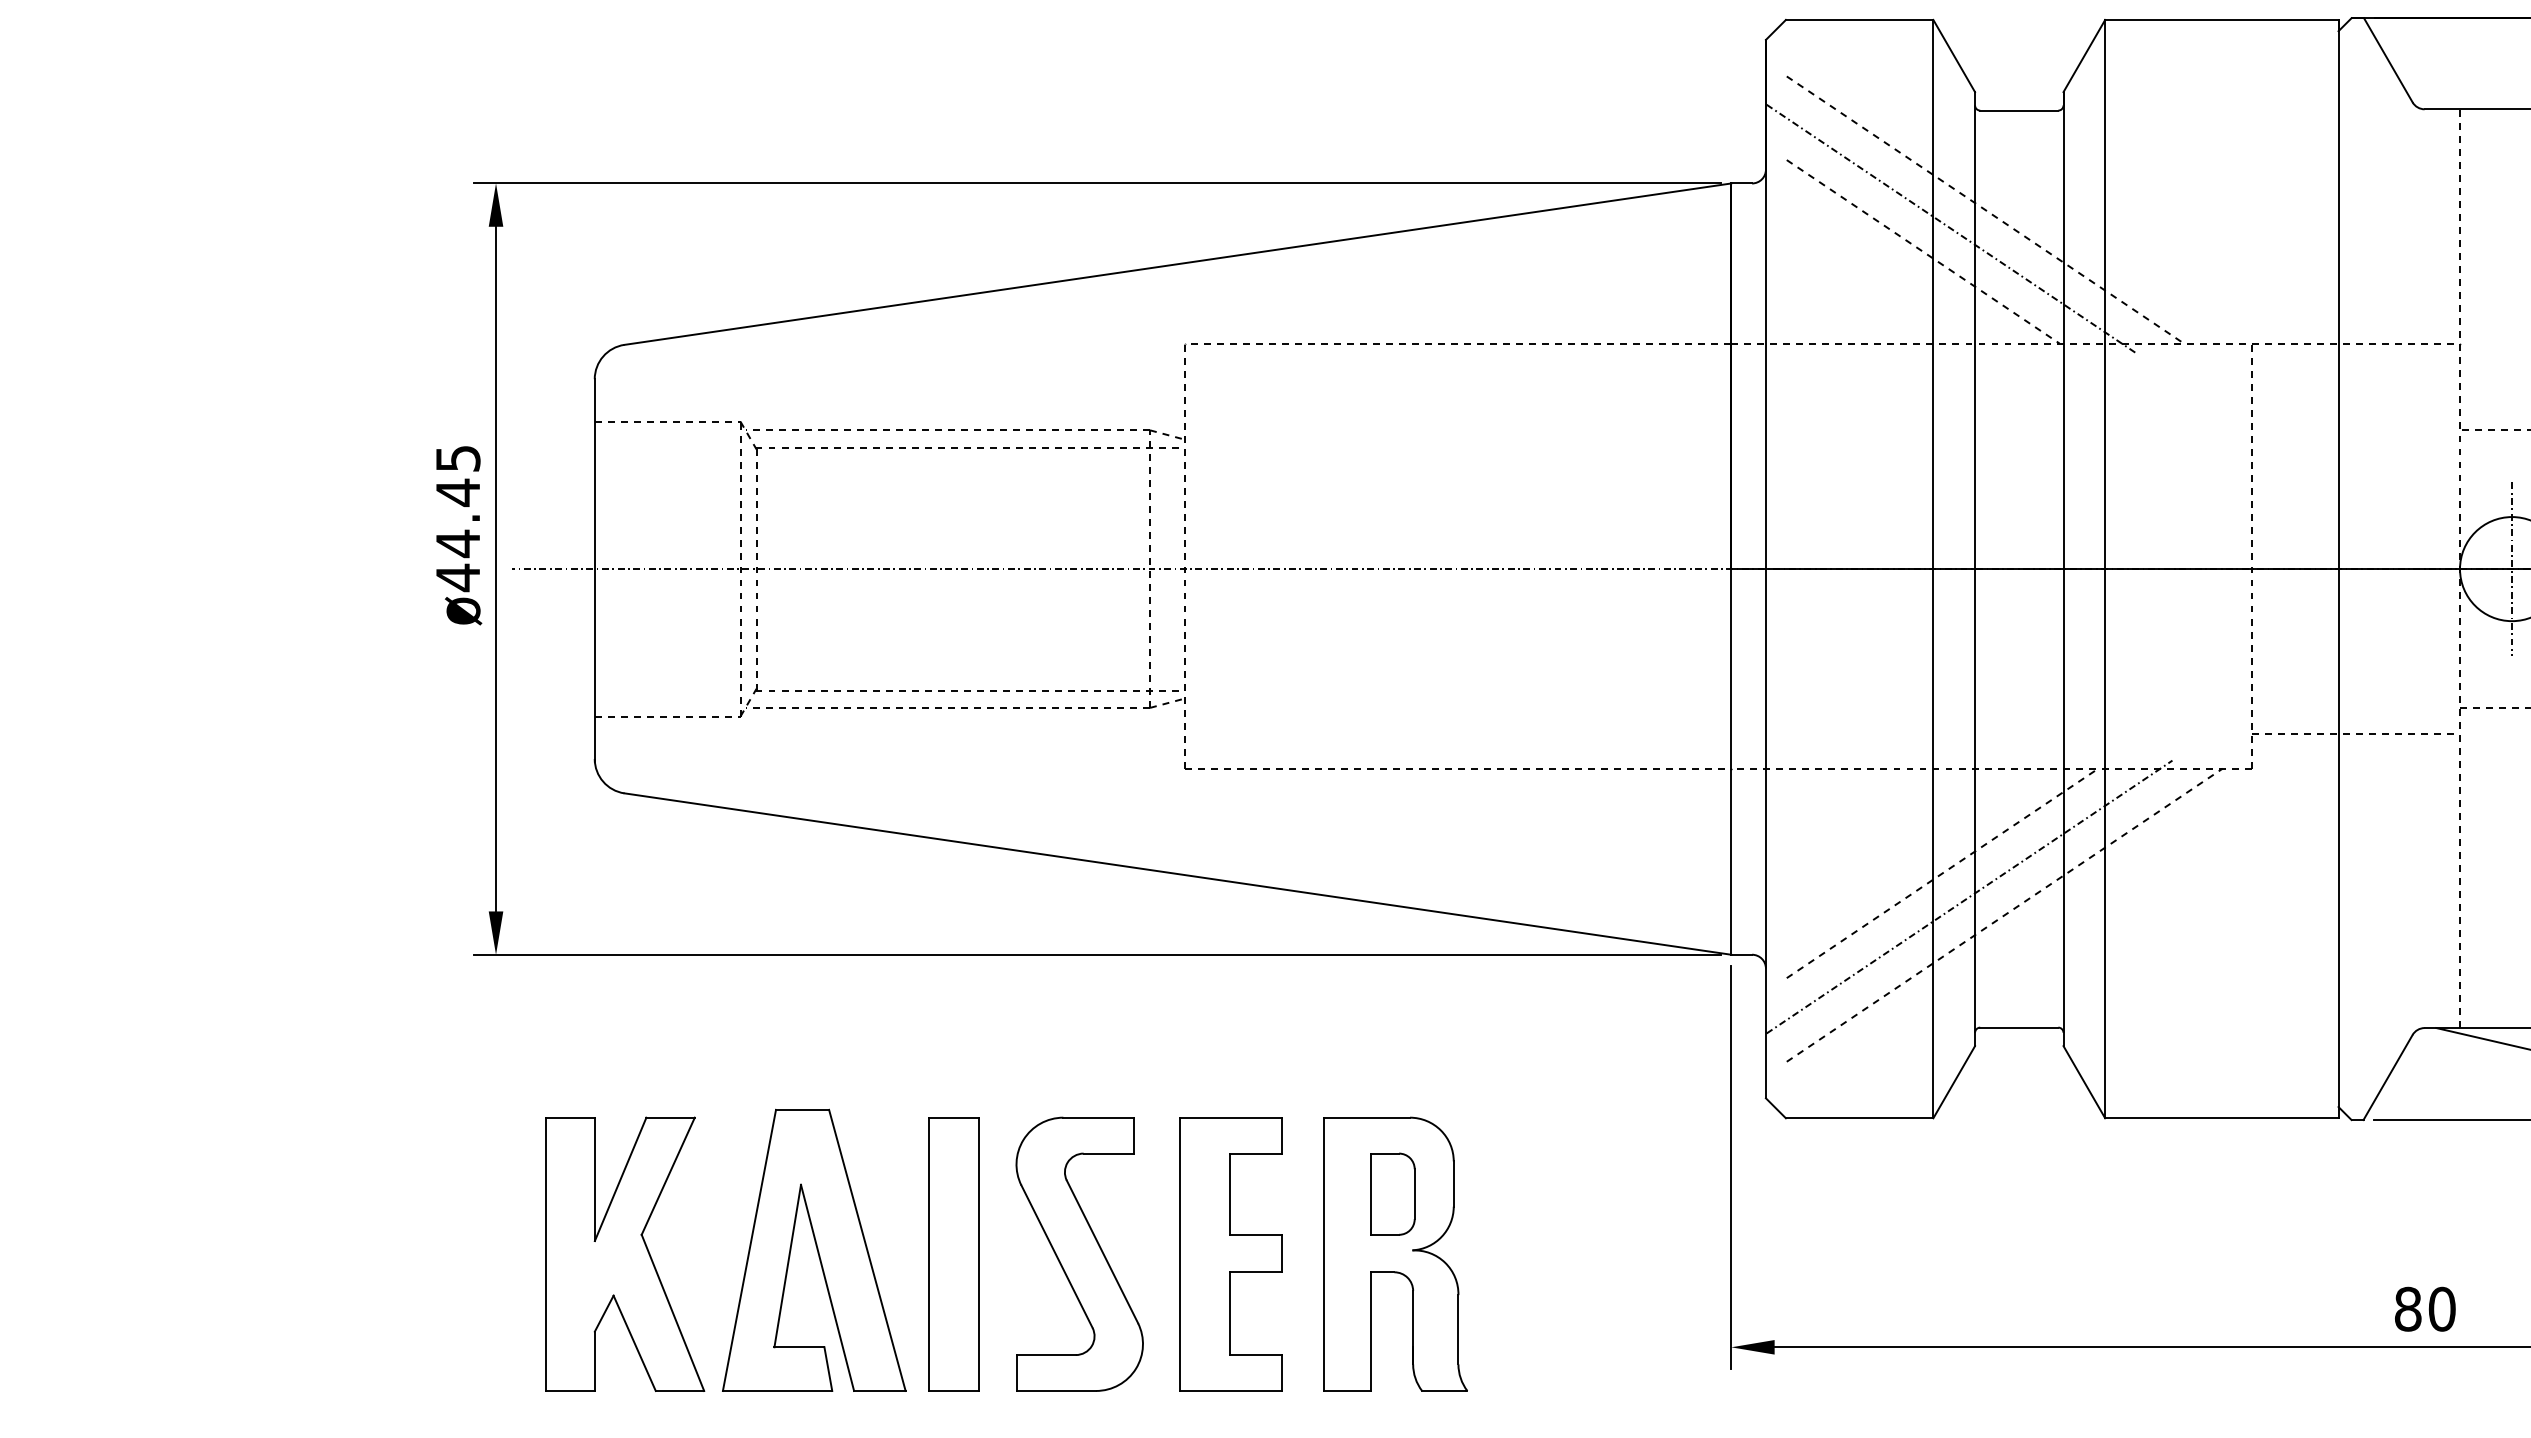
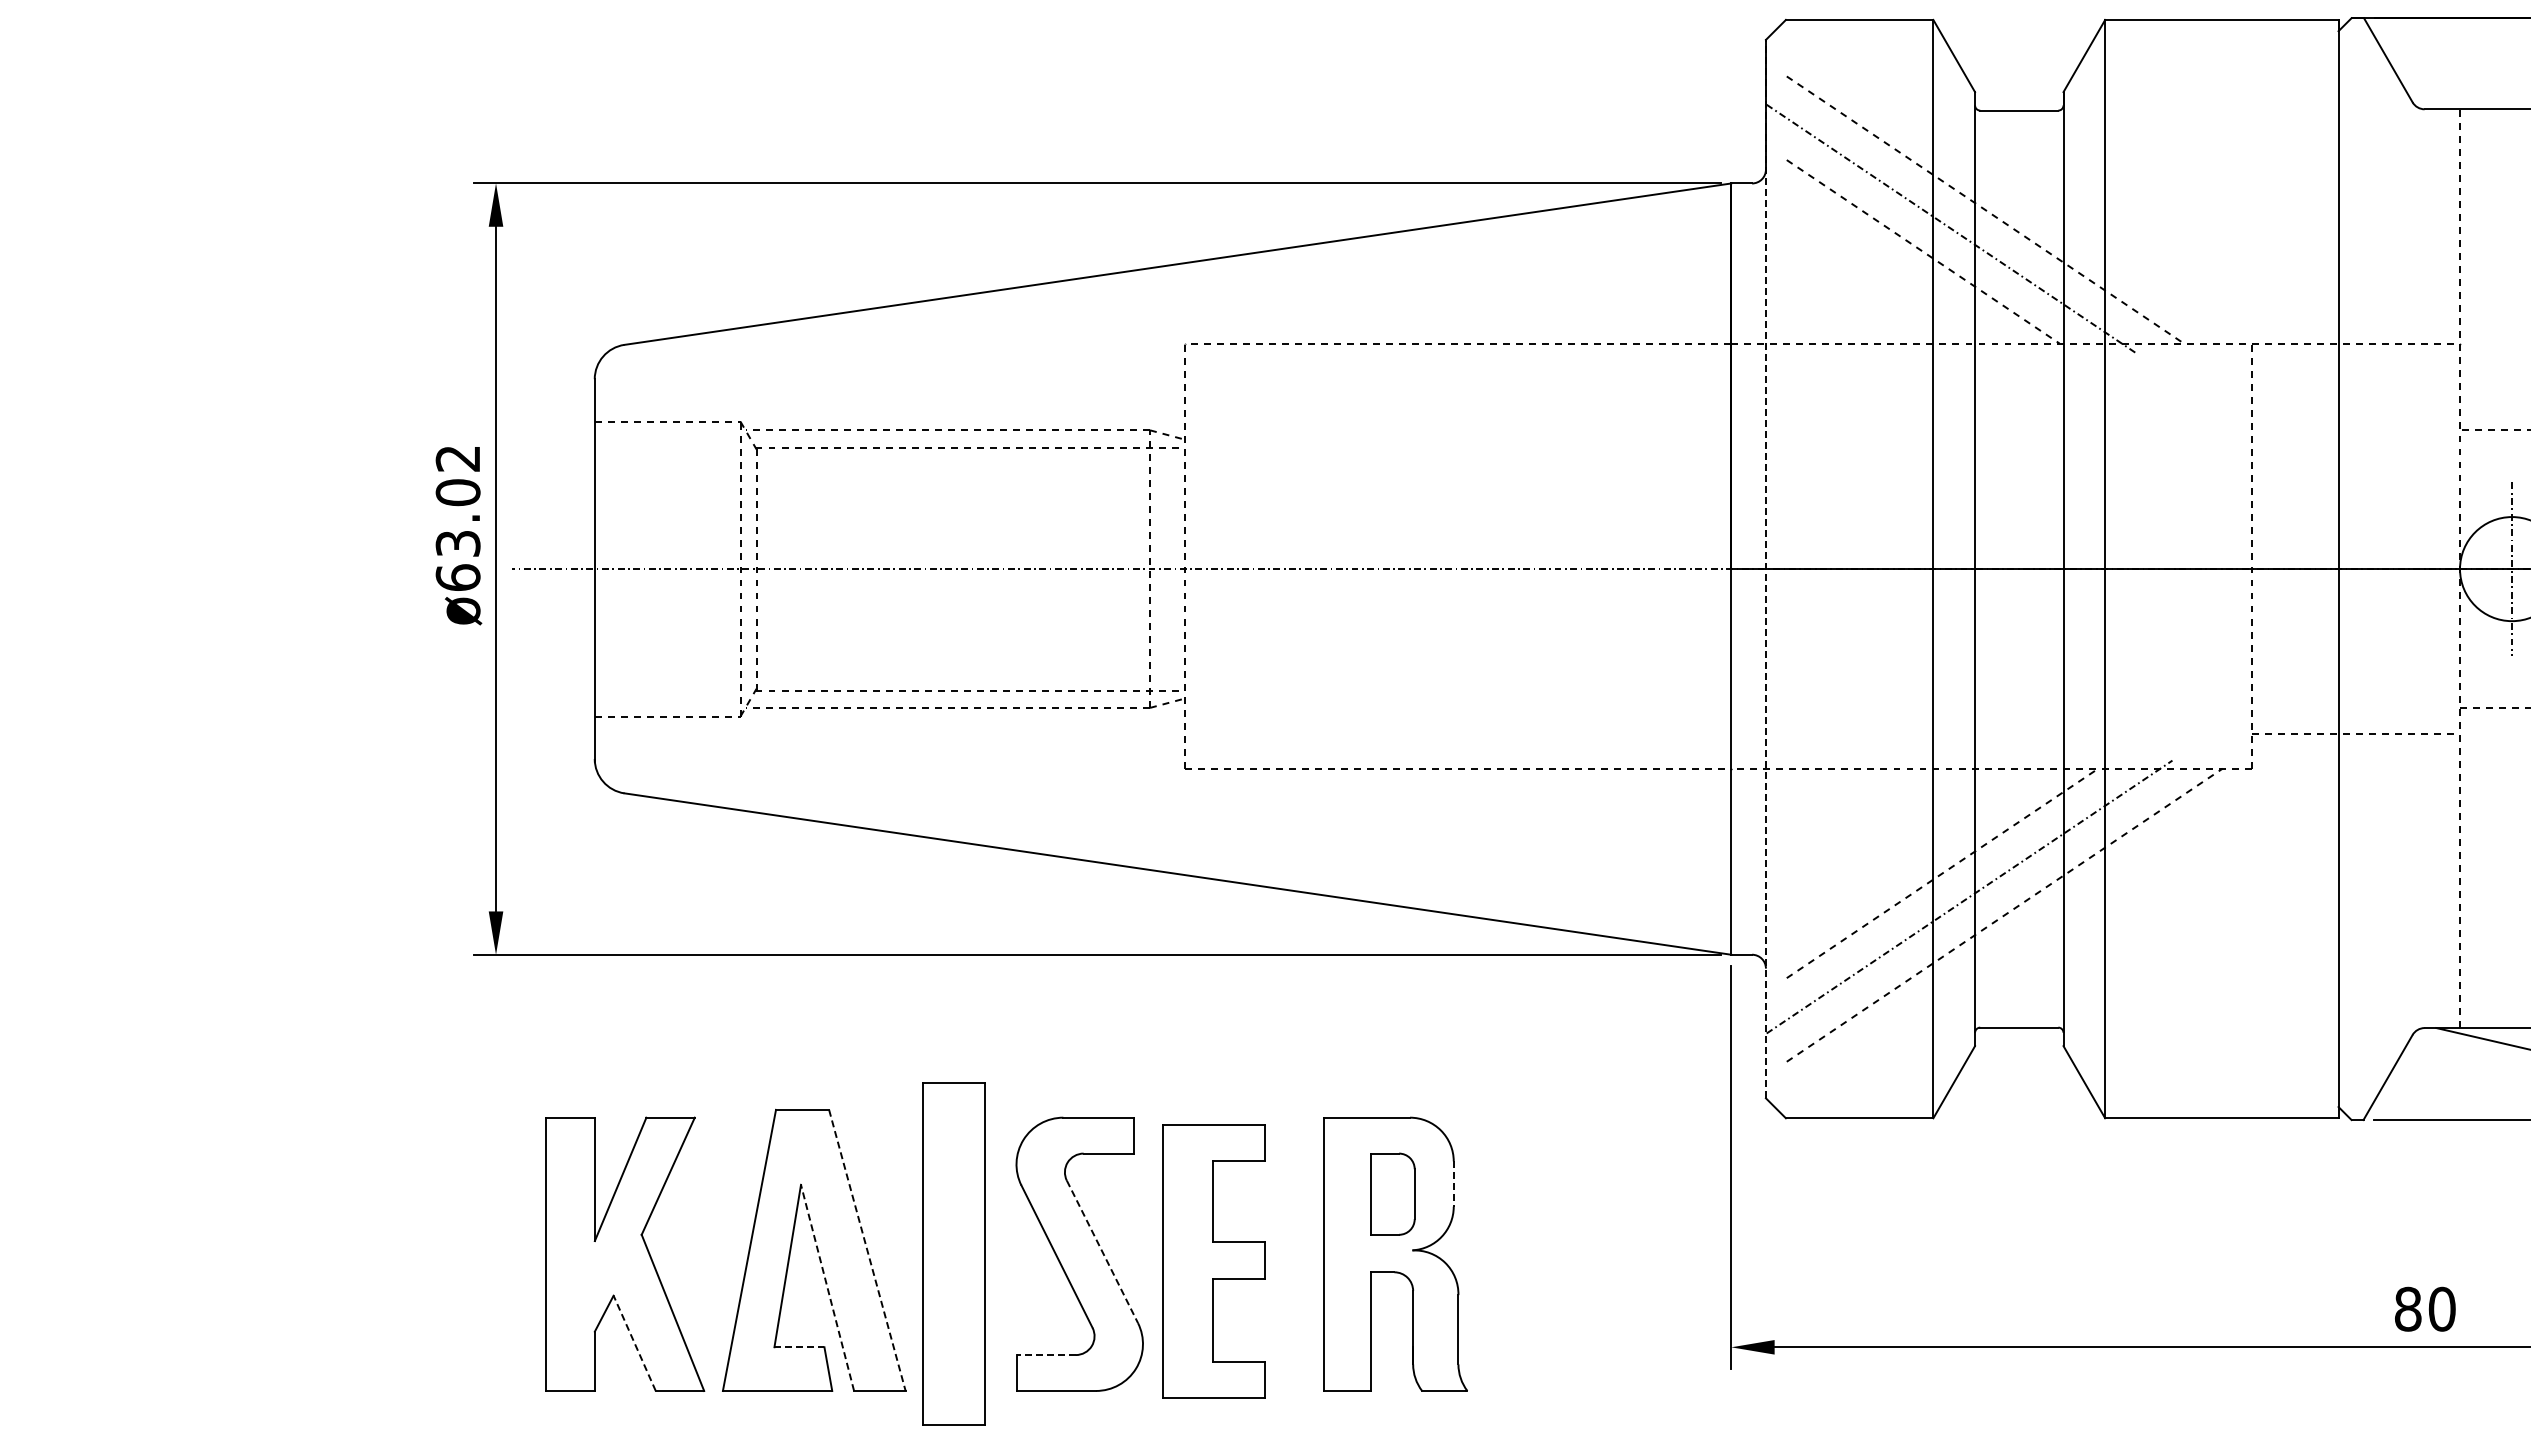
text at (457, 519): ø44.45 -> ø63.02
line at (1765, 568): solid -> dashed
line at (1453, 1184): solid -> dashed
line at (867, 1250): solid -> dashed
line at (1102, 1251): solid -> dashed
part at (953, 1254) size: 52x275 px -> 64x344 px
part at (1230, 1254) position: (1230, 1254) -> (1213, 1261)
line at (827, 1287): solid -> dashed
line at (634, 1342): solid -> dashed
line at (799, 1347): solid -> dashed
line at (1046, 1355): solid -> dashed
